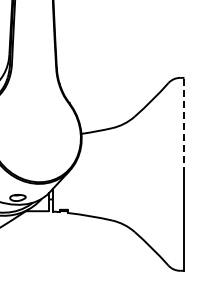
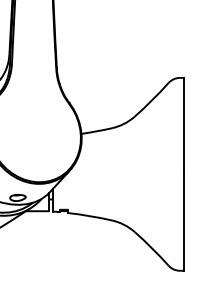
line at (184, 125): dashed -> solid
